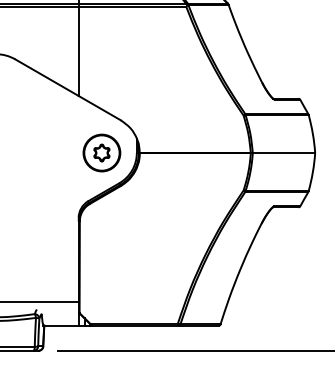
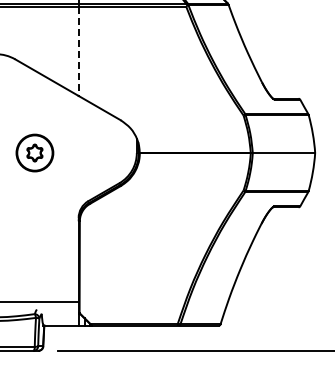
line at (78, 51): solid -> dashed
part at (101, 152) position: (101, 152) -> (34, 152)
